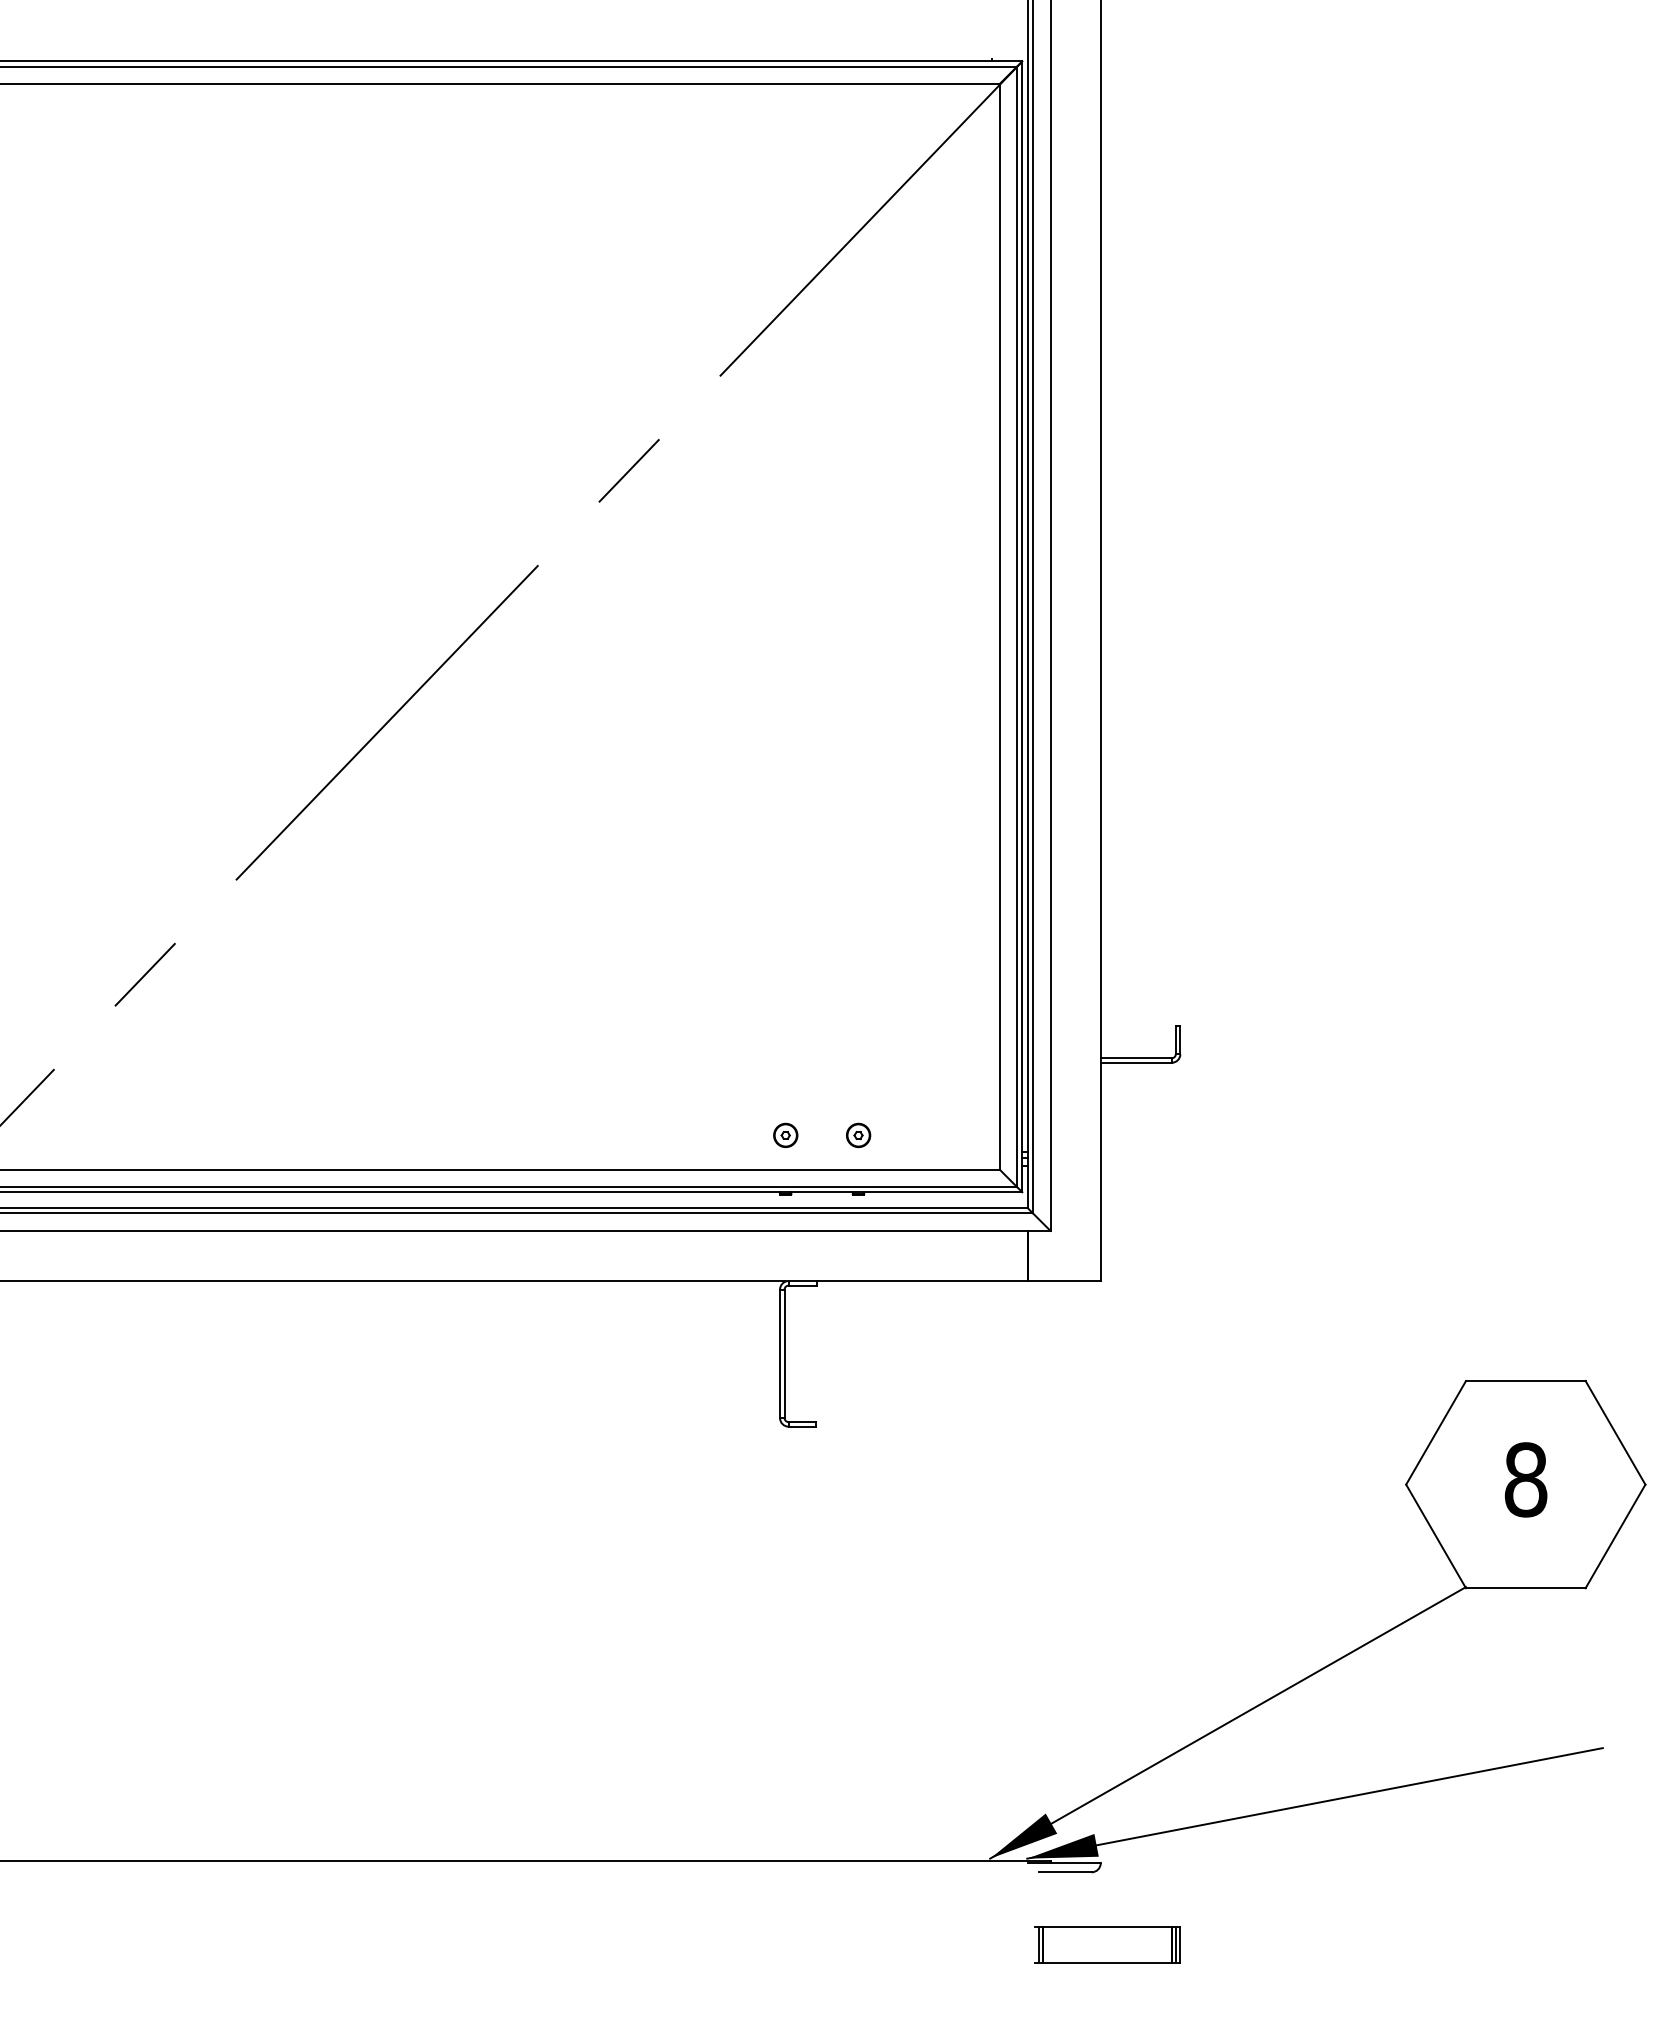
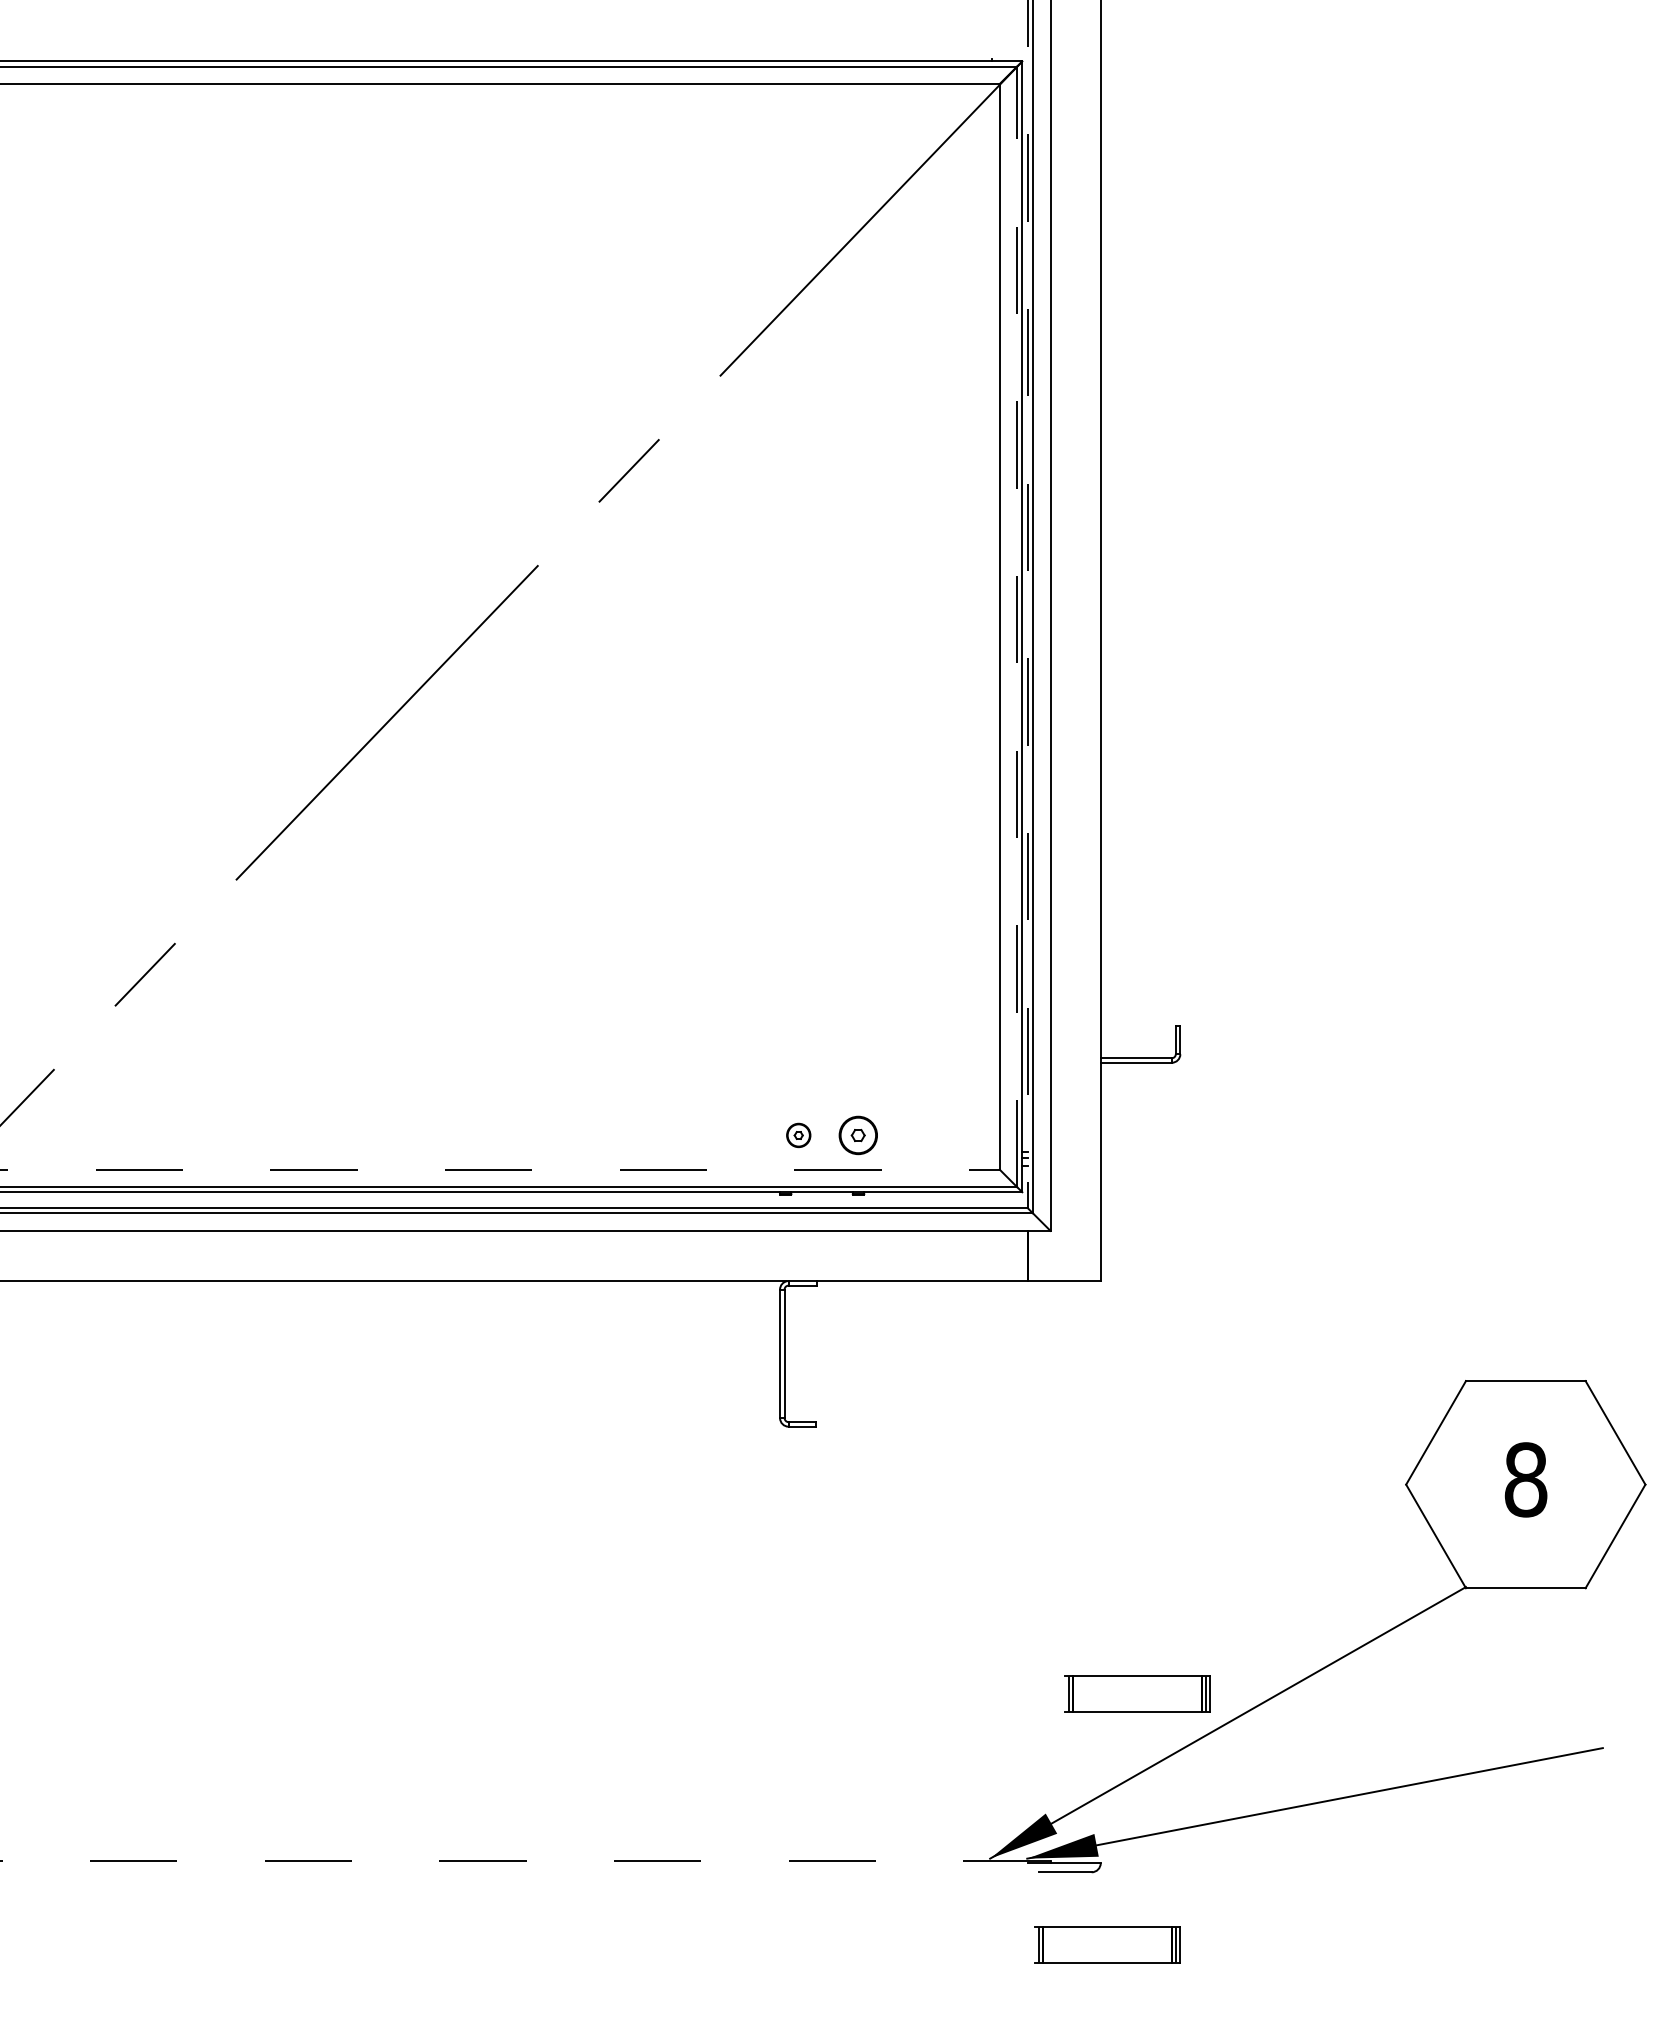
line at (1027, 604): solid -> dashed
line at (1017, 626): solid -> dashed
part at (785, 1135) position: (785, 1135) -> (798, 1135)
part at (858, 1135) size: 26x27 px -> 40x41 px
line at (500, 1169): solid -> dashed
part at (1137, 1693): none -> present
line at (525, 1861): solid -> dashed
